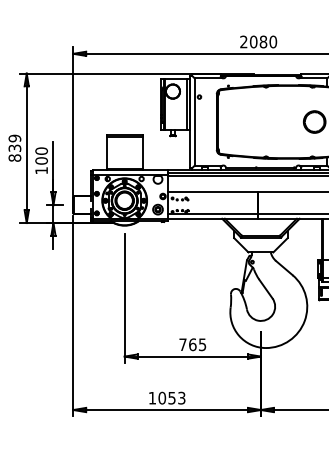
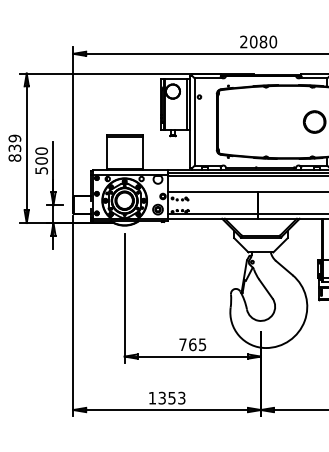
text at (41, 170): 100 -> 500
text at (162, 397): 1053 -> 1353
